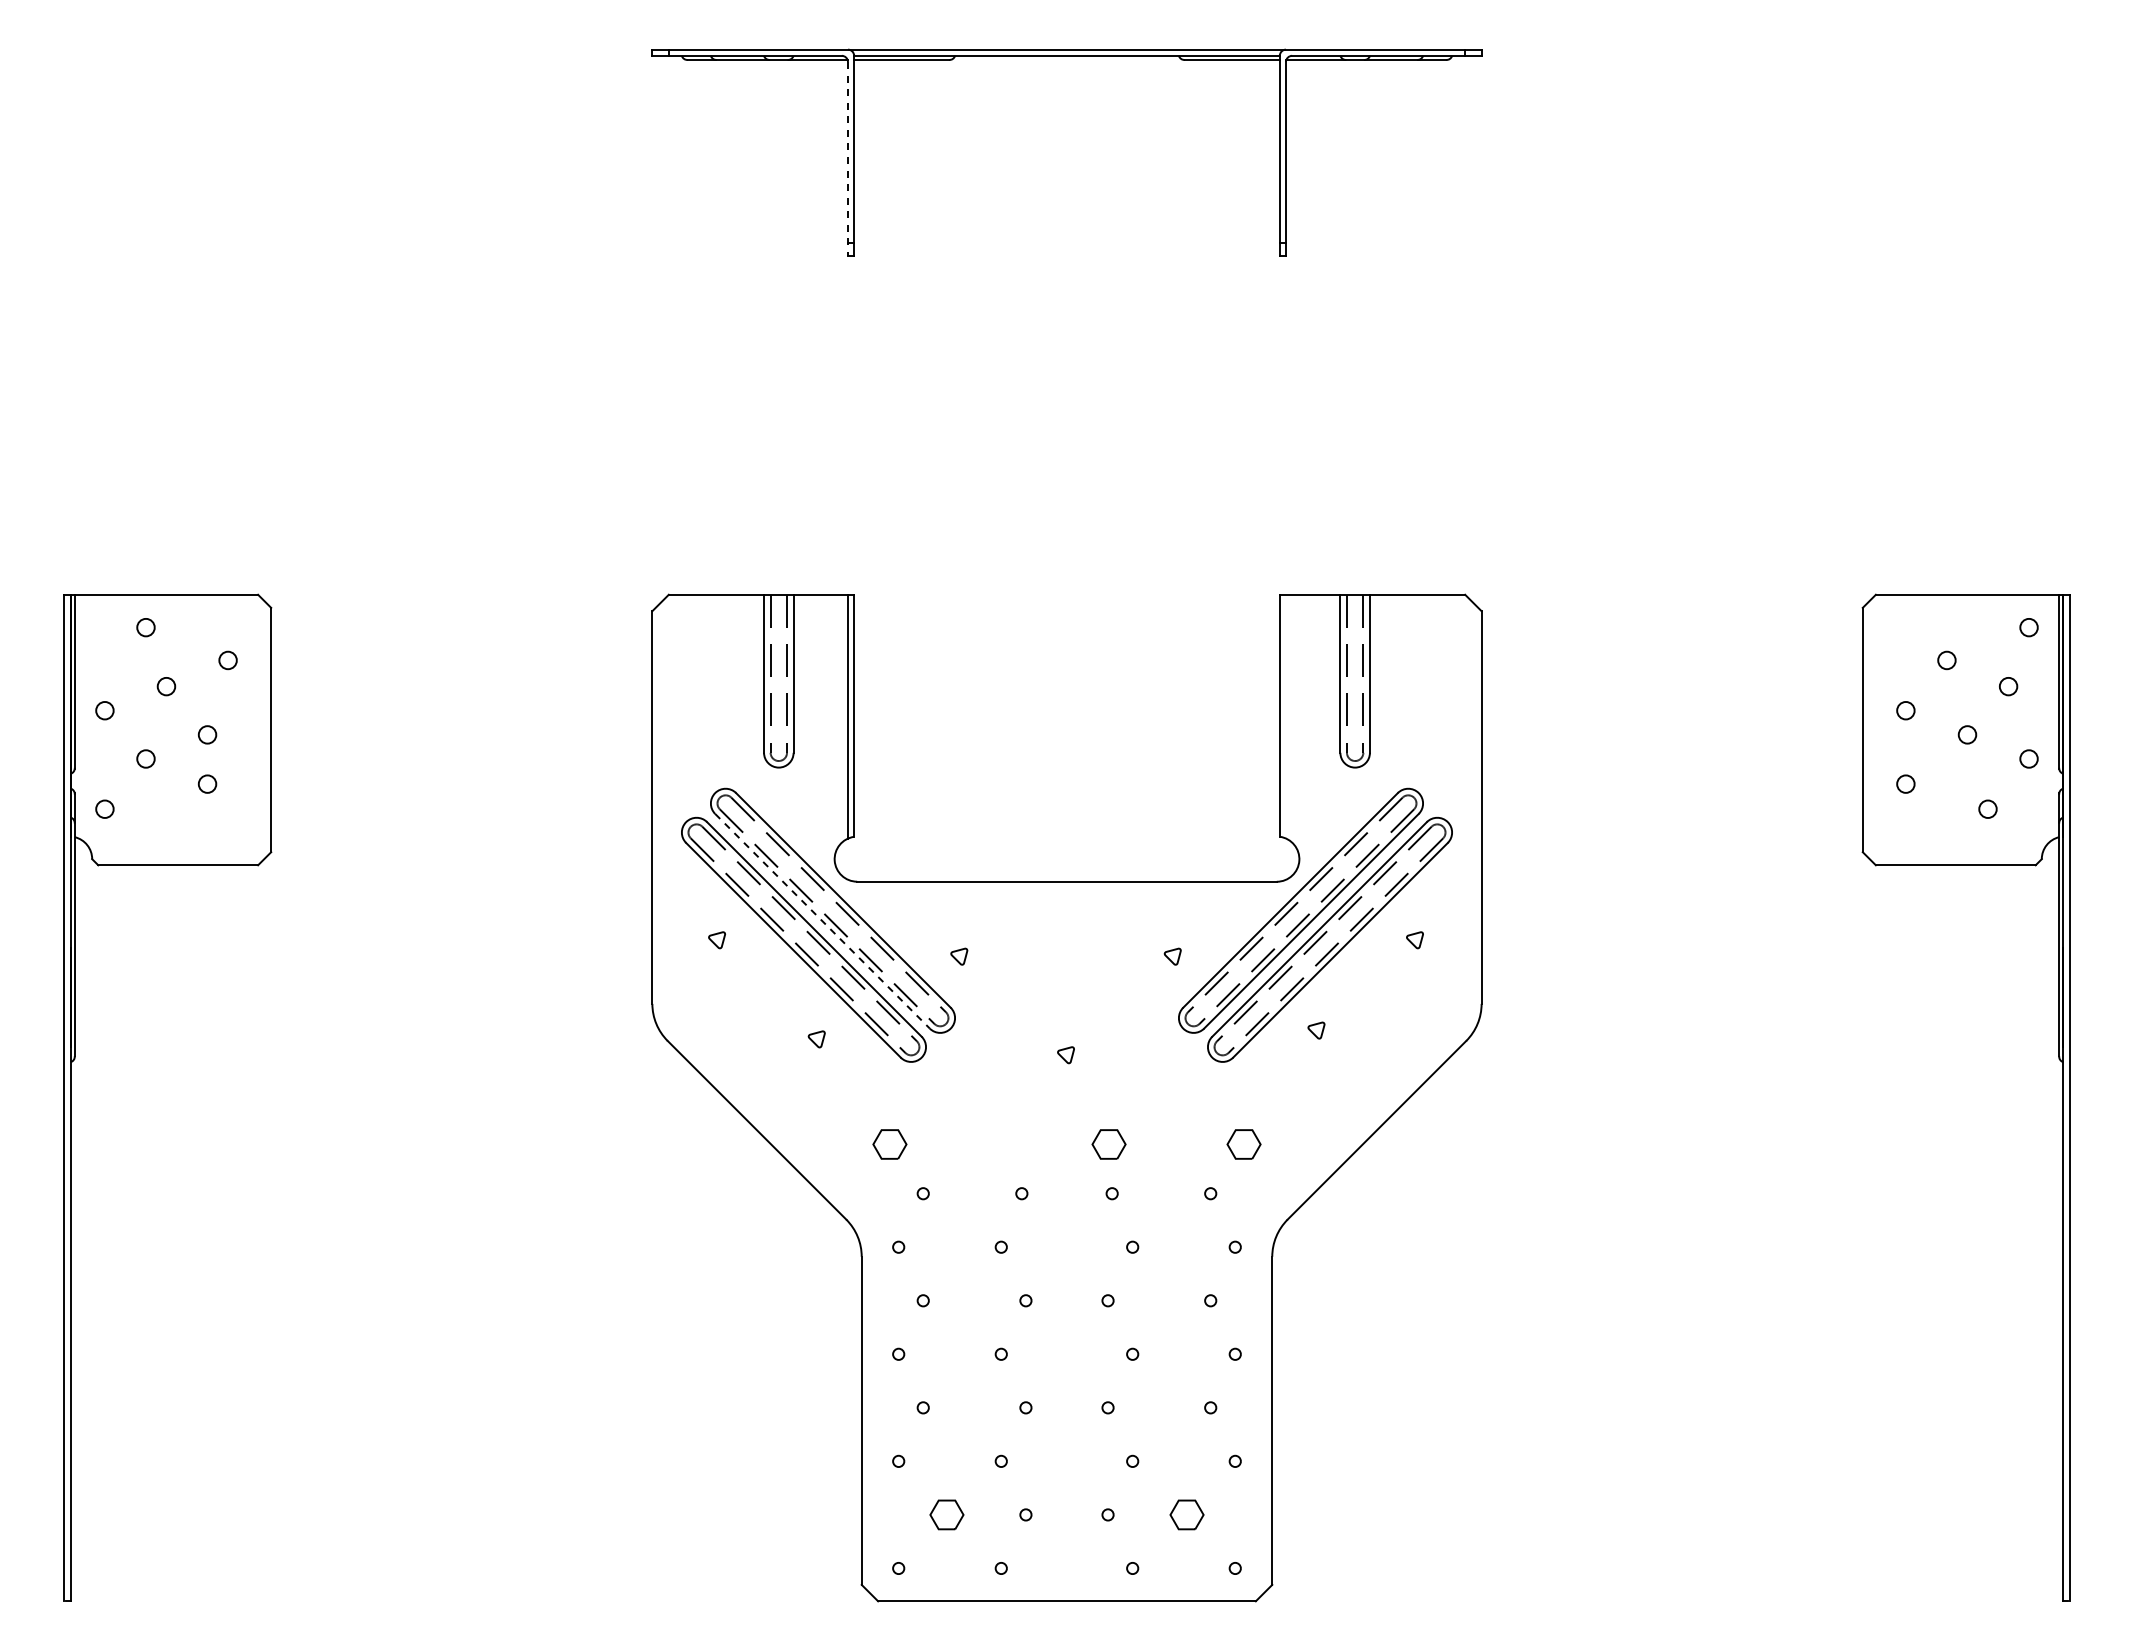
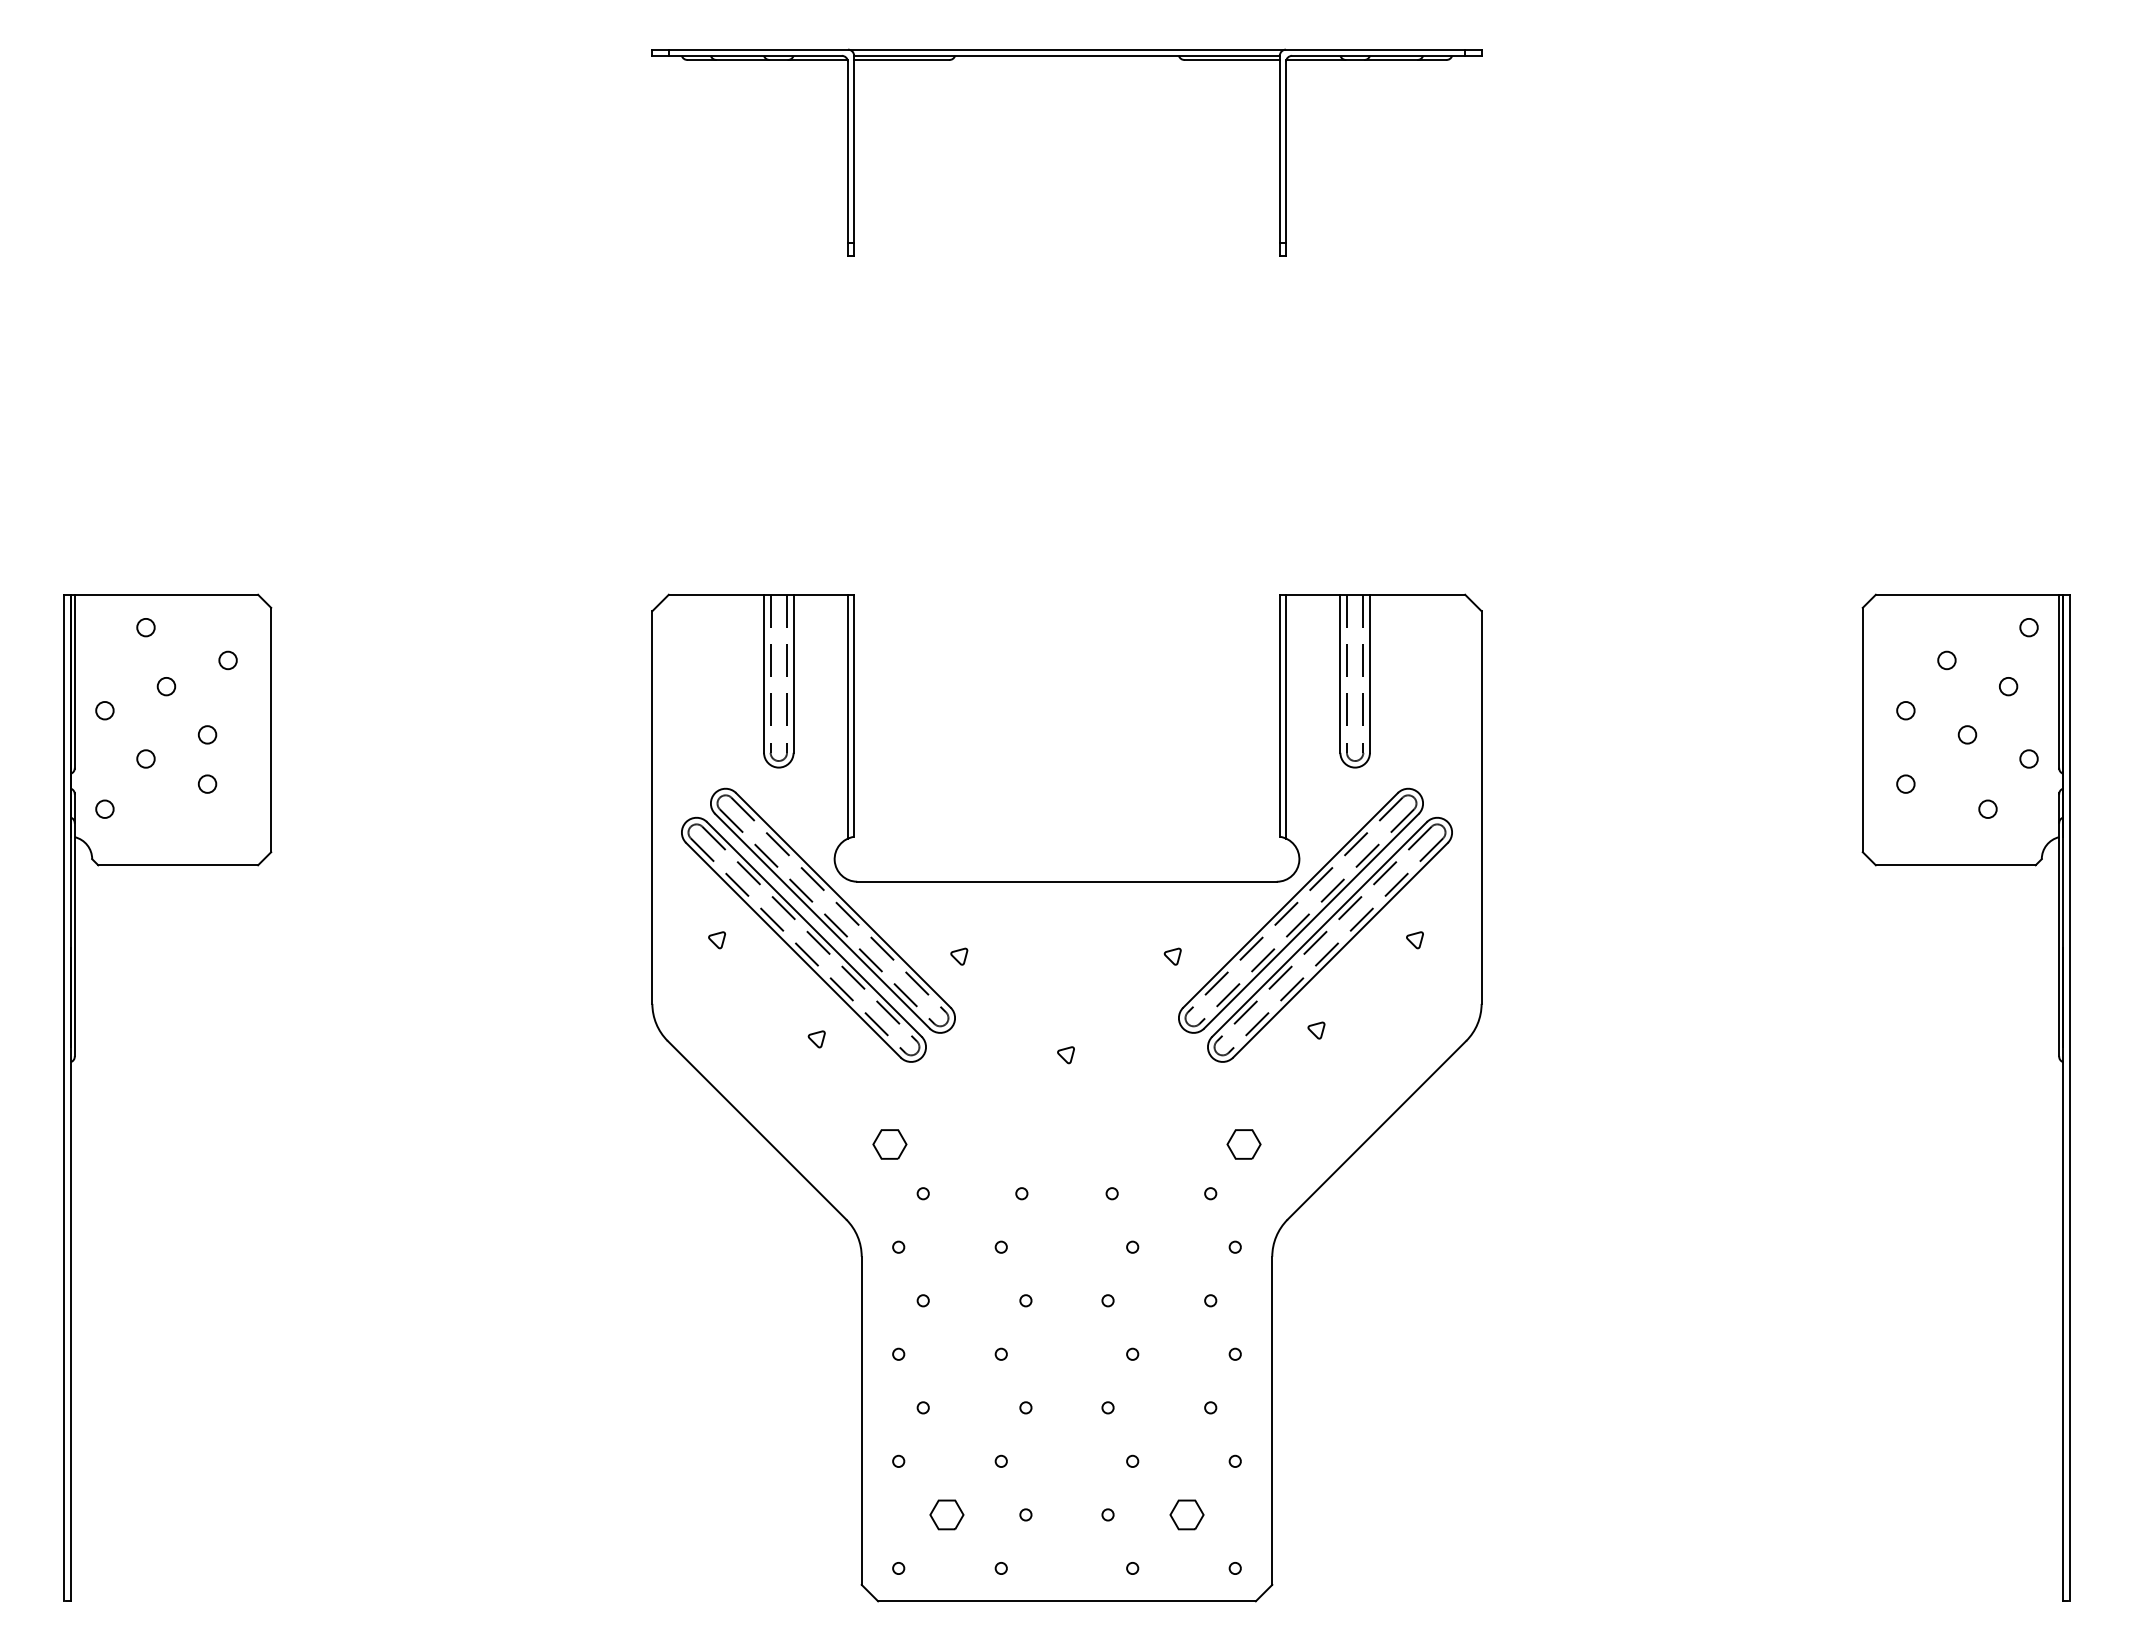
line at (847, 159): dashed -> solid
line at (1286, 716): none -> present
line at (822, 921): dashed -> solid
part at (1108, 1144): present -> none
